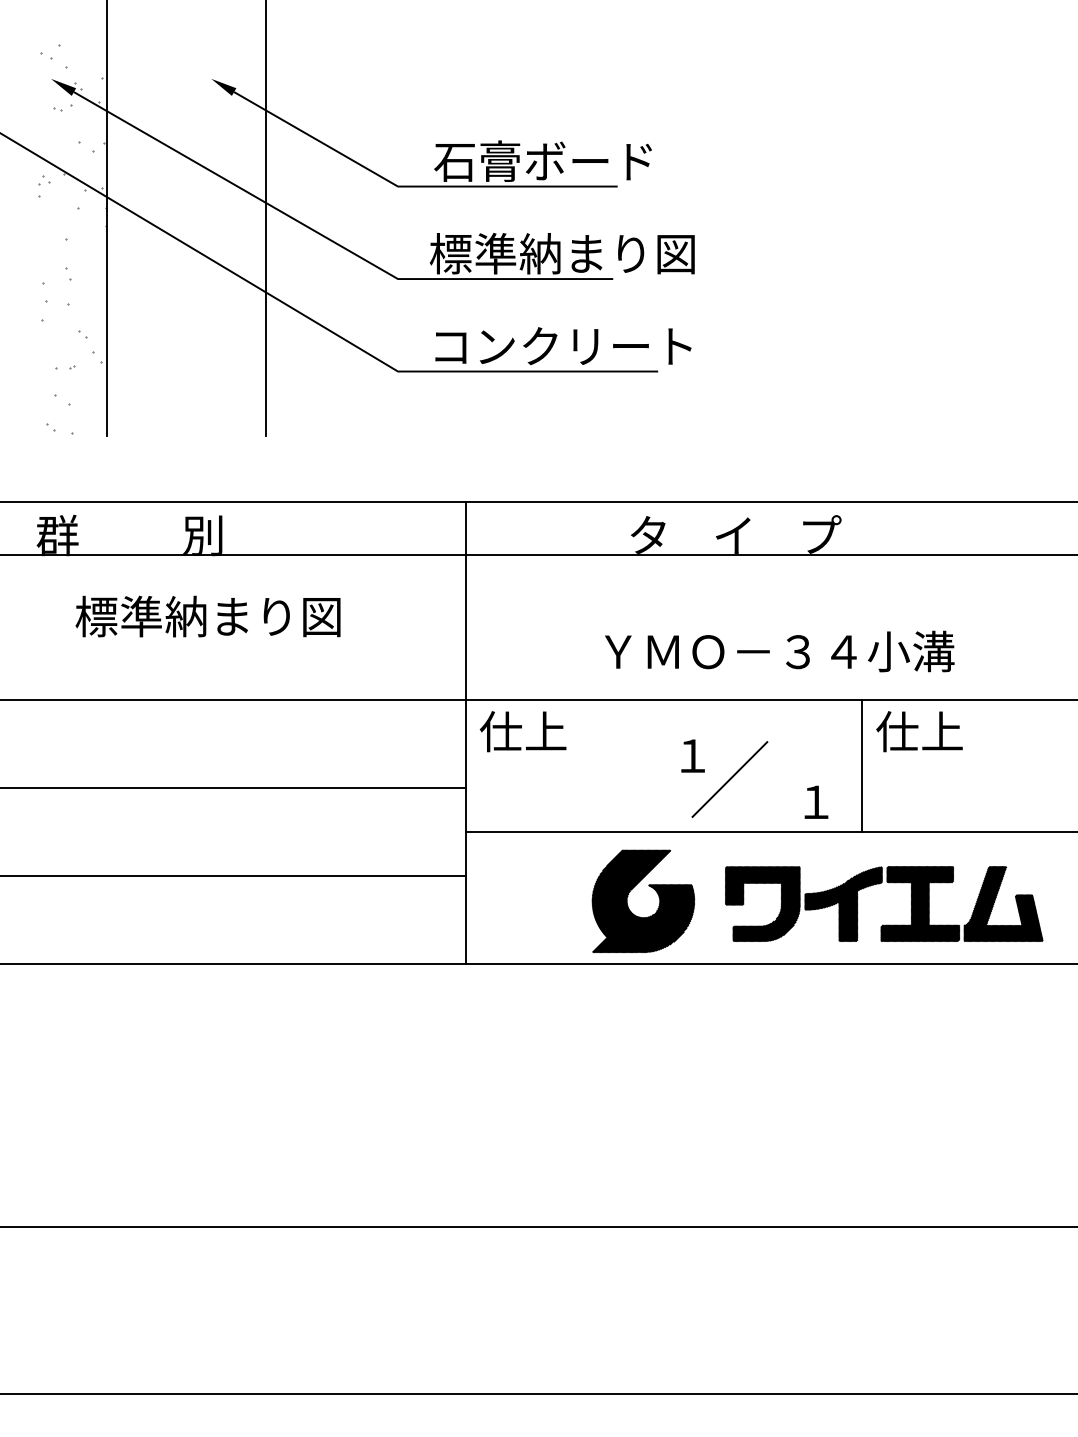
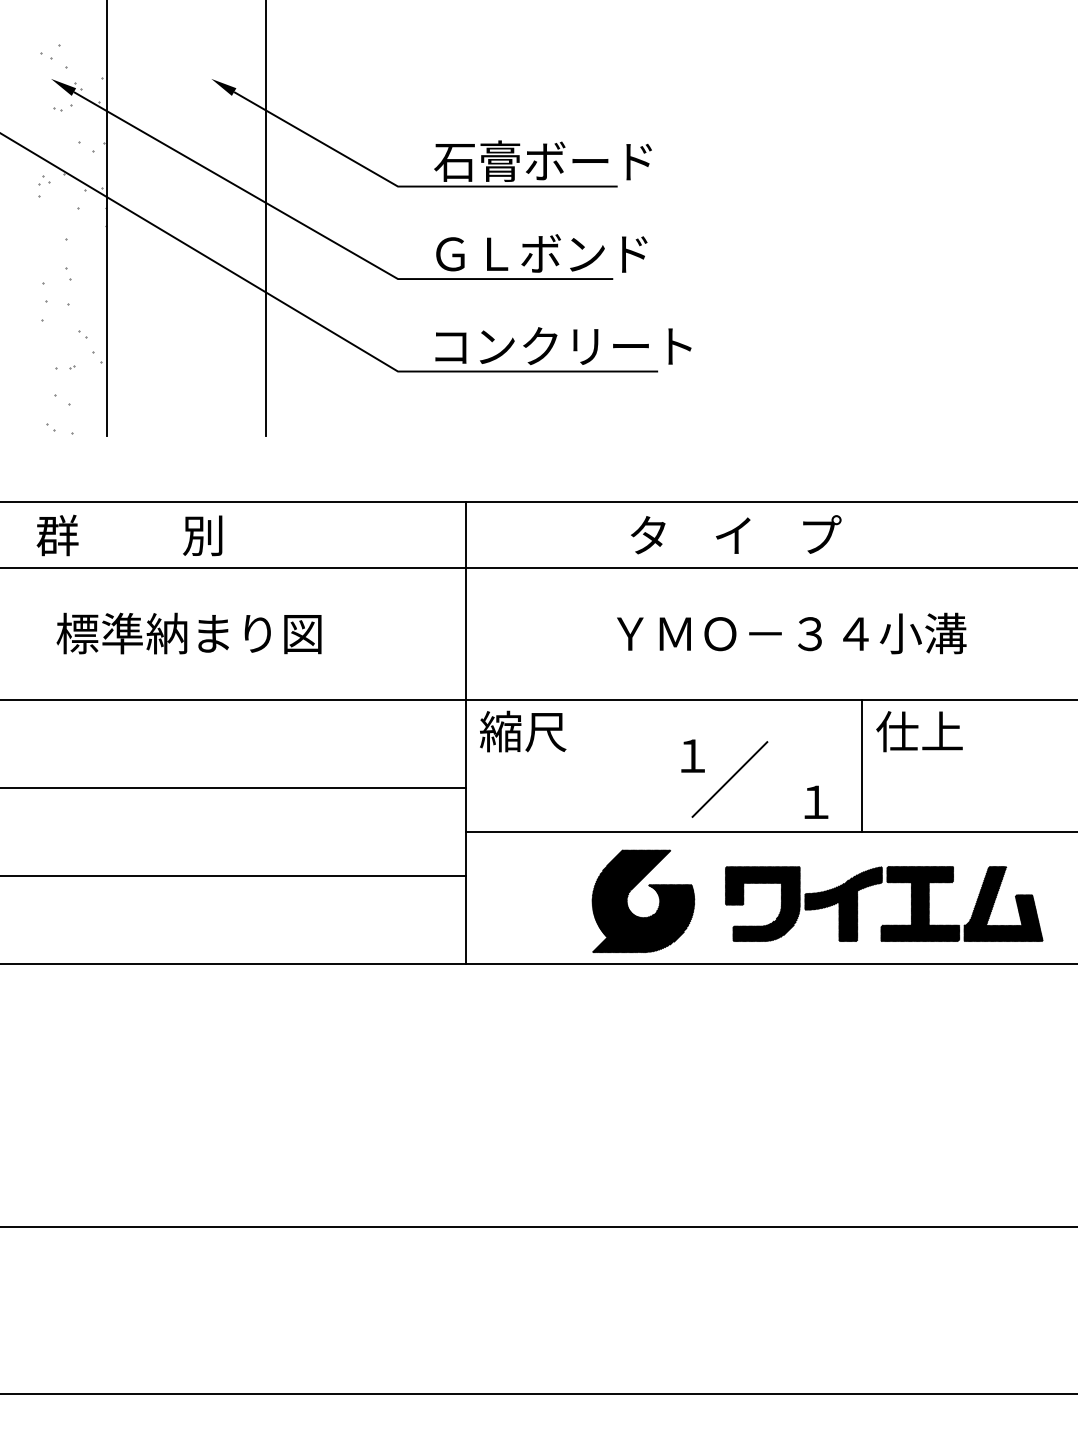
text at (561, 253): 標準納まり図 -> ＧＬボンド
line at (538, 555) position: (538, 555) -> (538, 568)
text at (207, 616) position: (207, 616) -> (188, 633)
text at (779, 651) position: (779, 651) -> (791, 633)
text at (522, 731): 仕上 -> 縮尺
